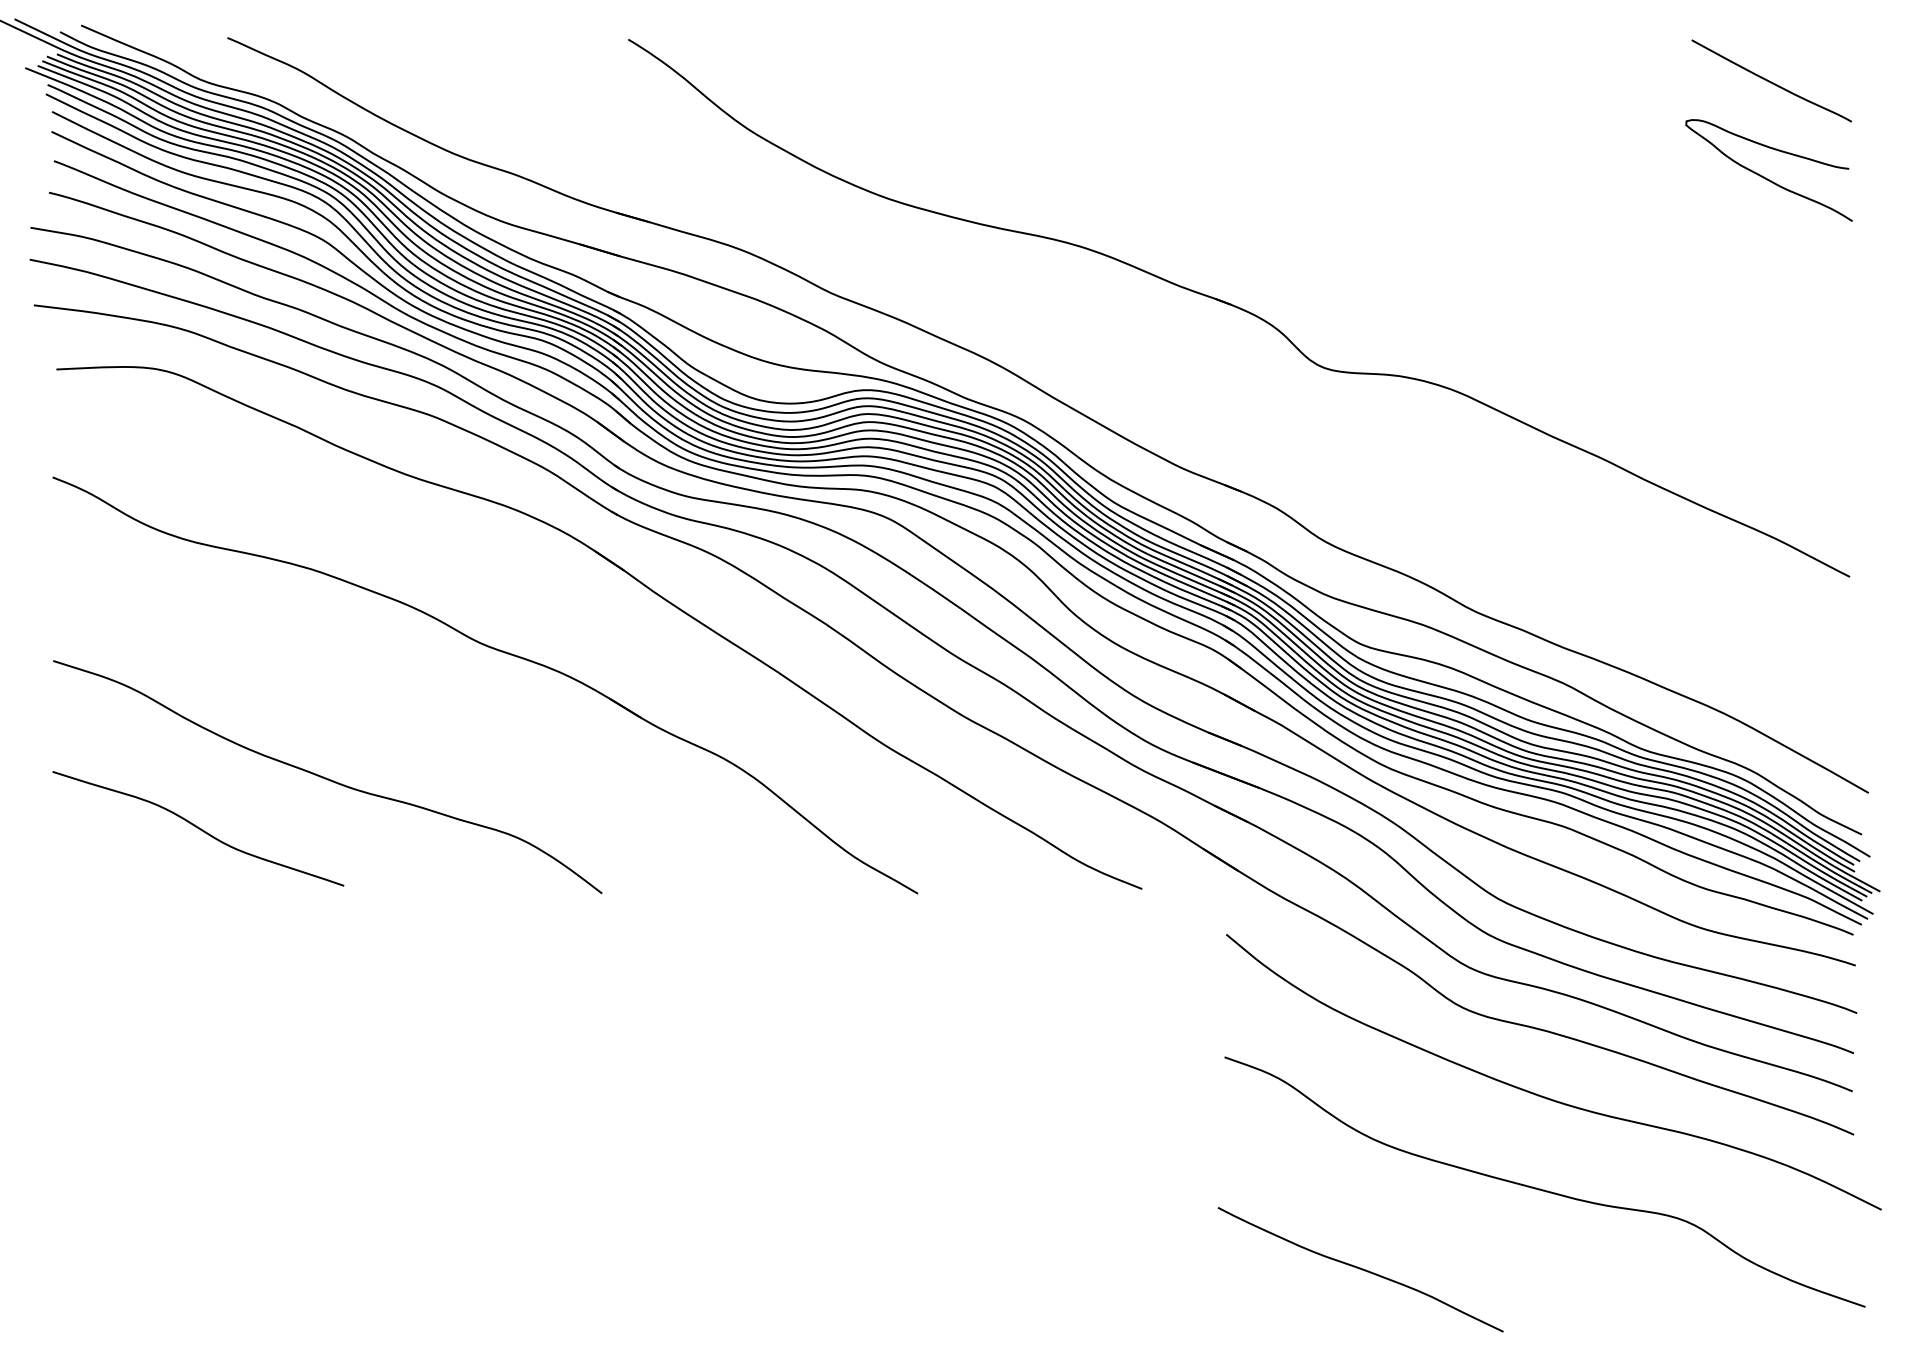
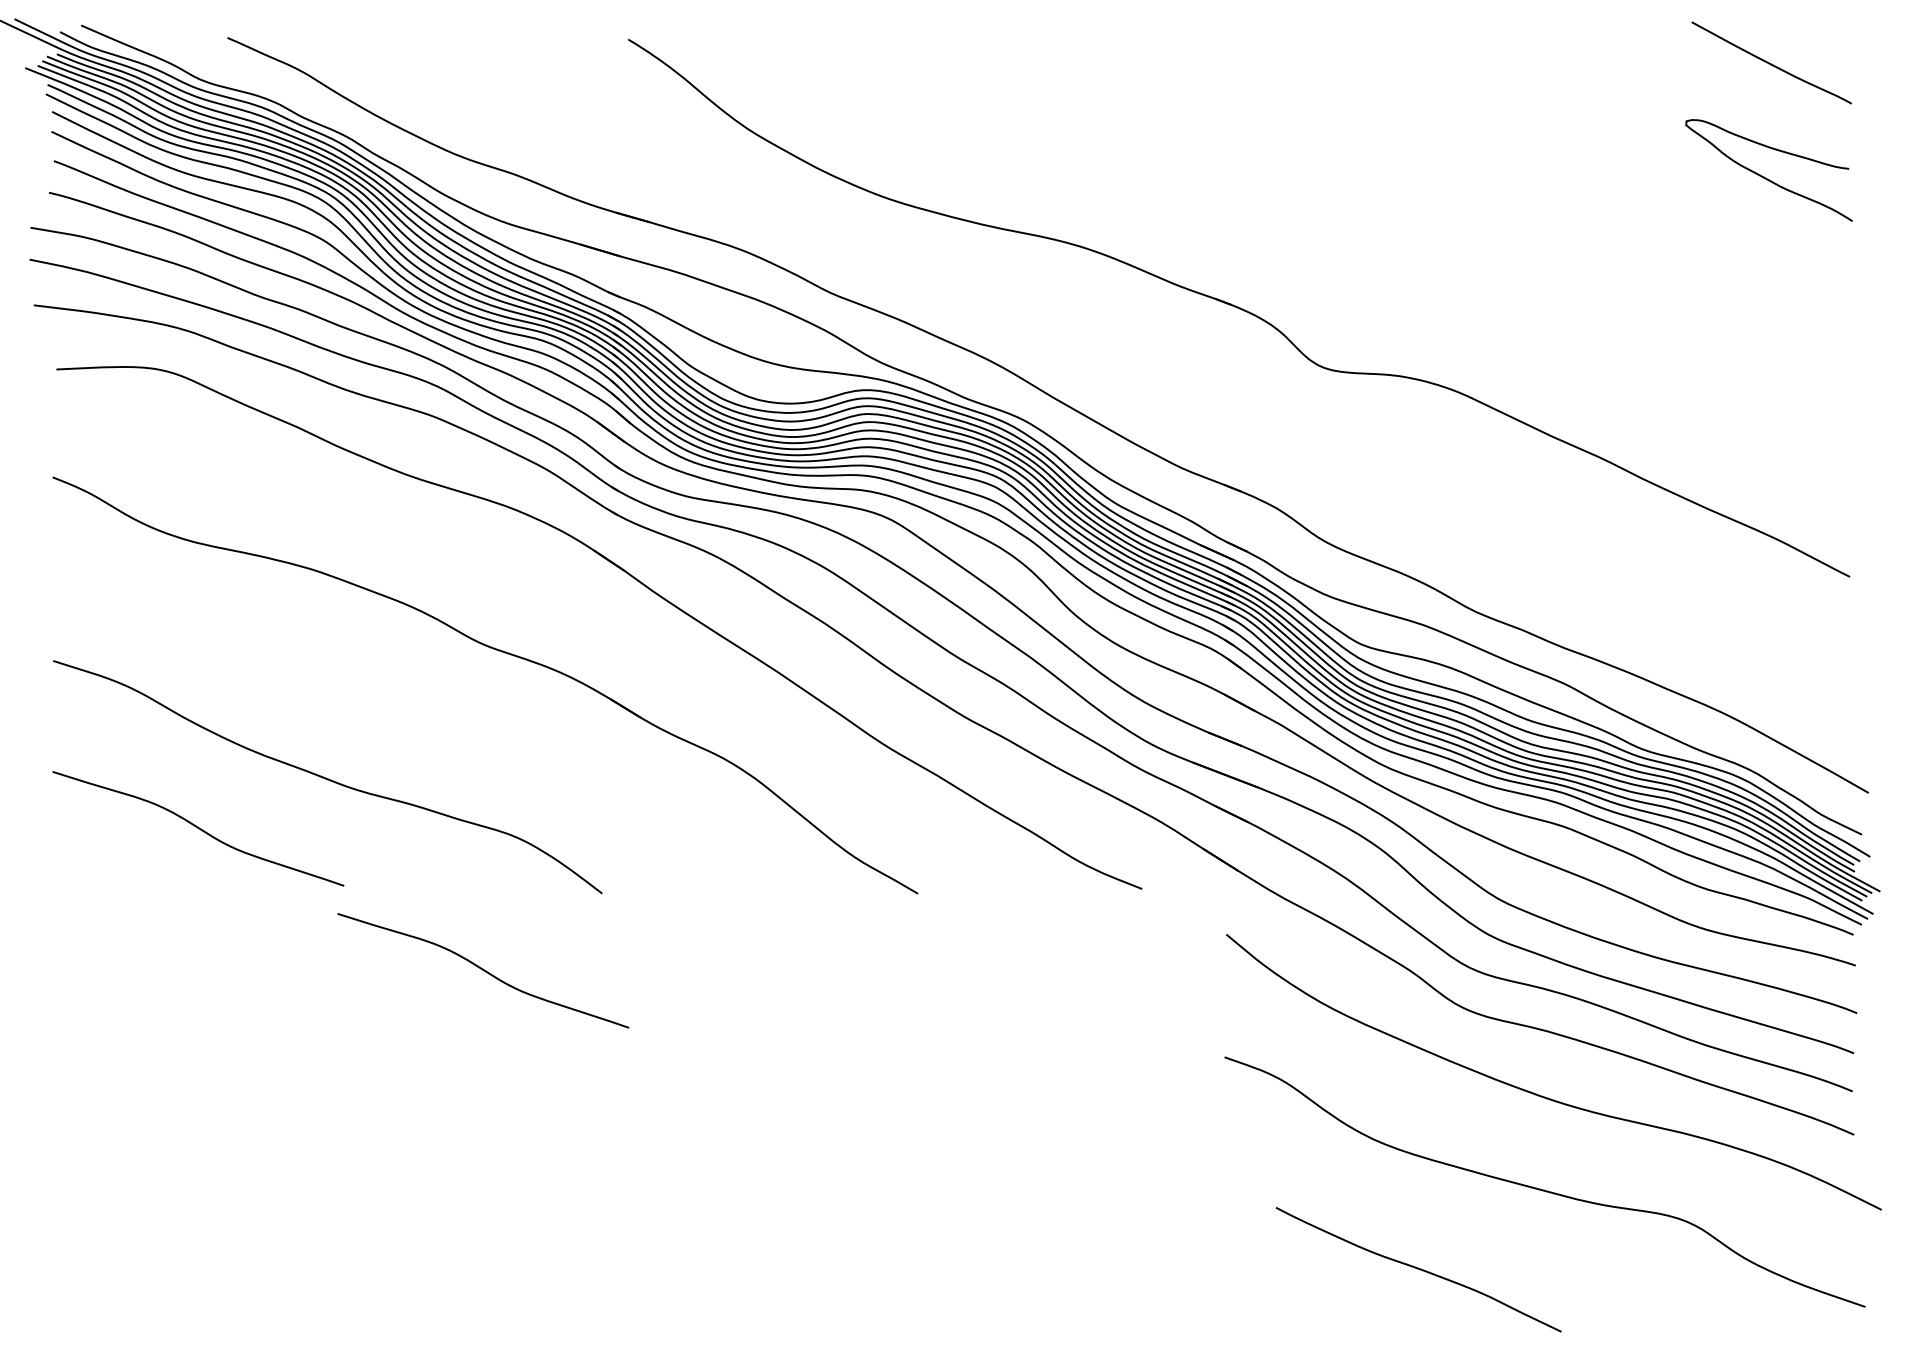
curve at (1771, 81) position: (1771, 81) -> (1771, 63)
curve at (483, 970): none -> present
curve at (1360, 1269) position: (1360, 1269) -> (1418, 1269)
